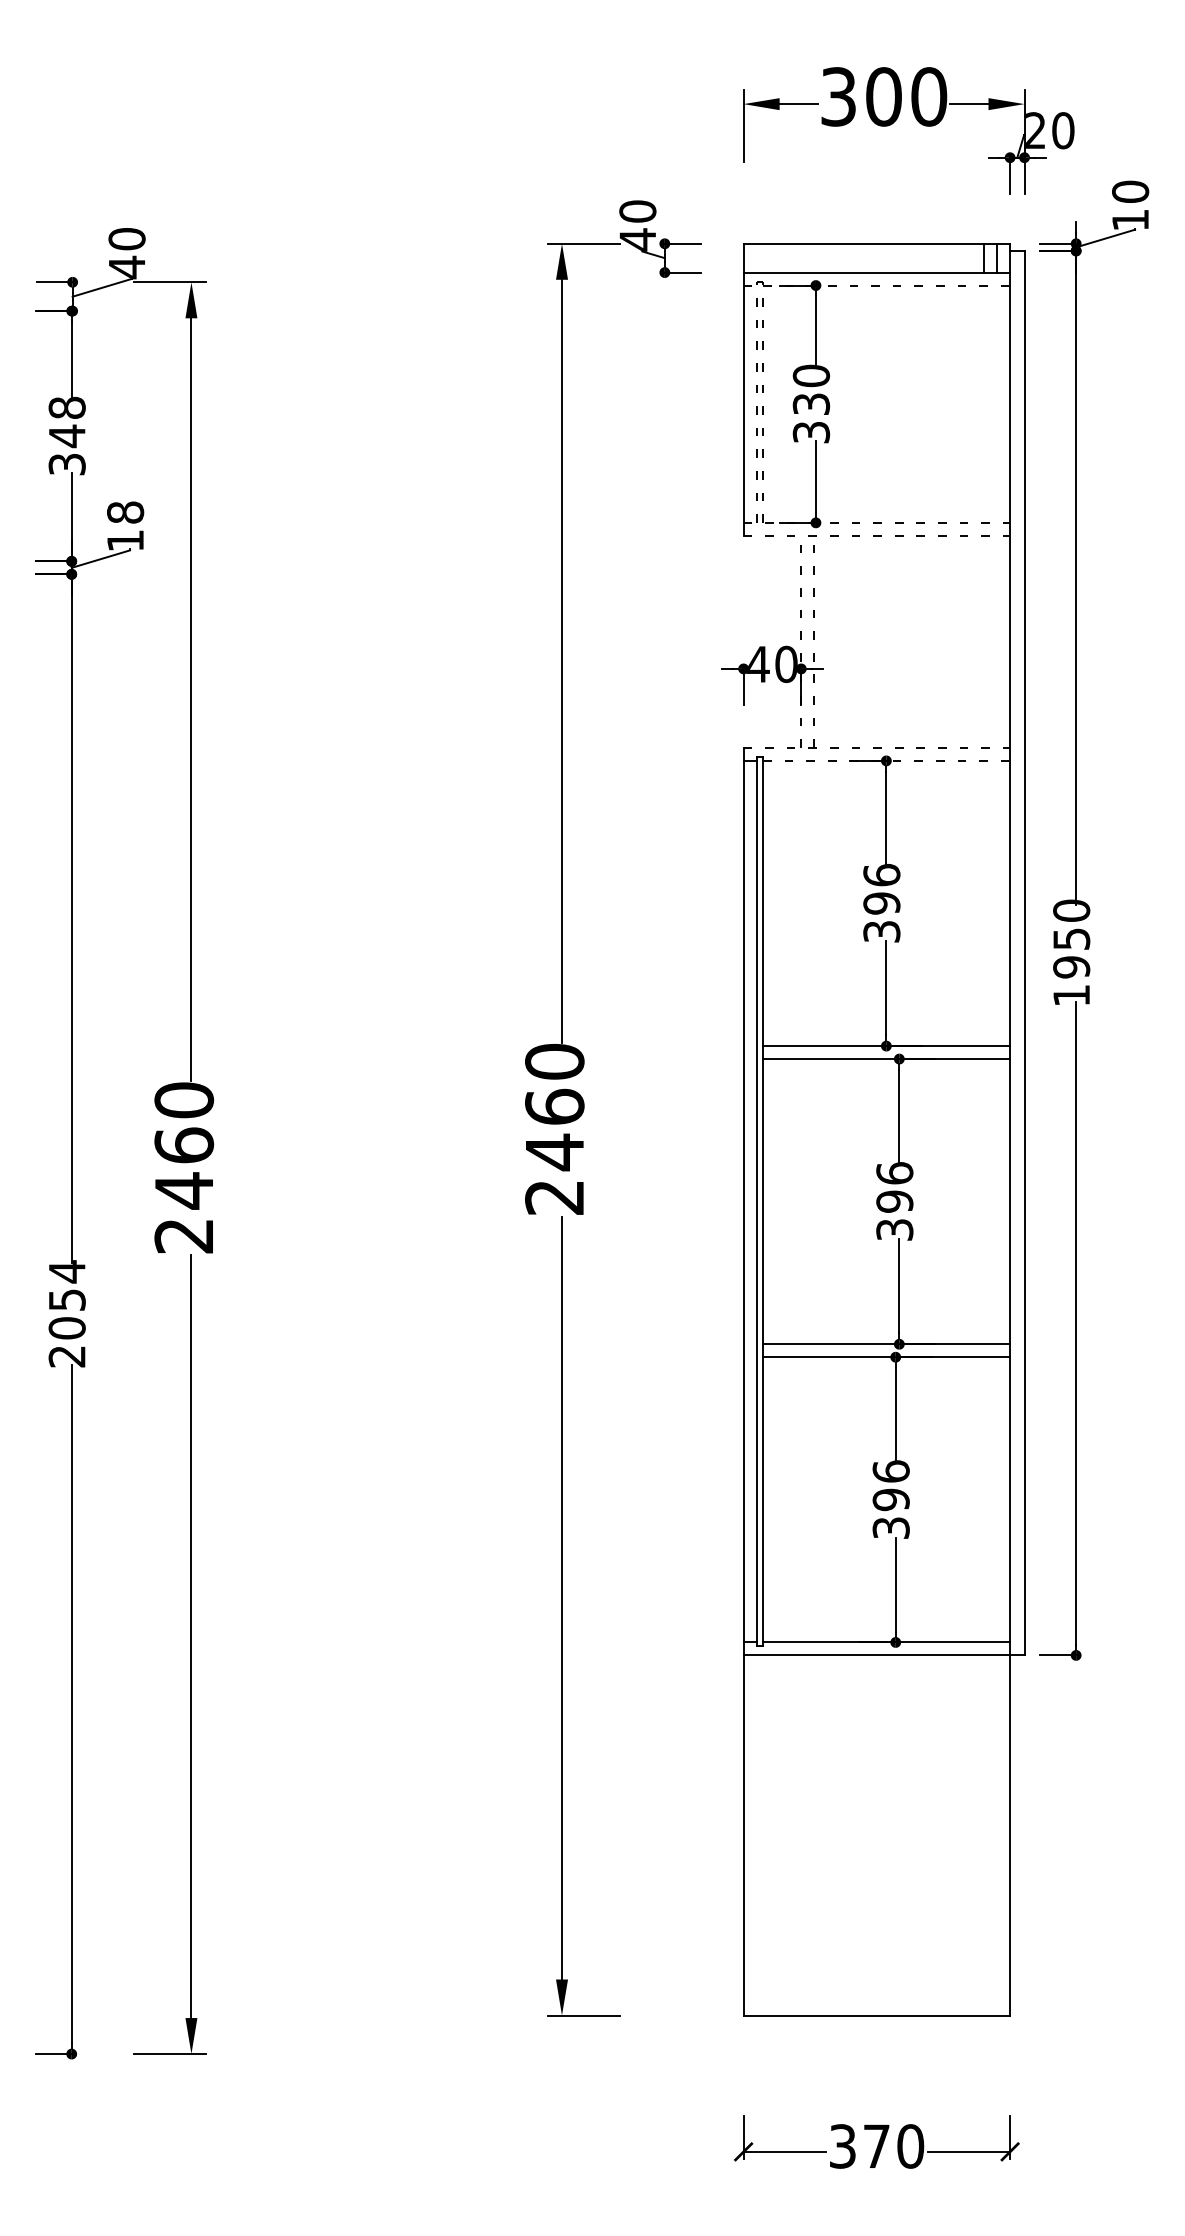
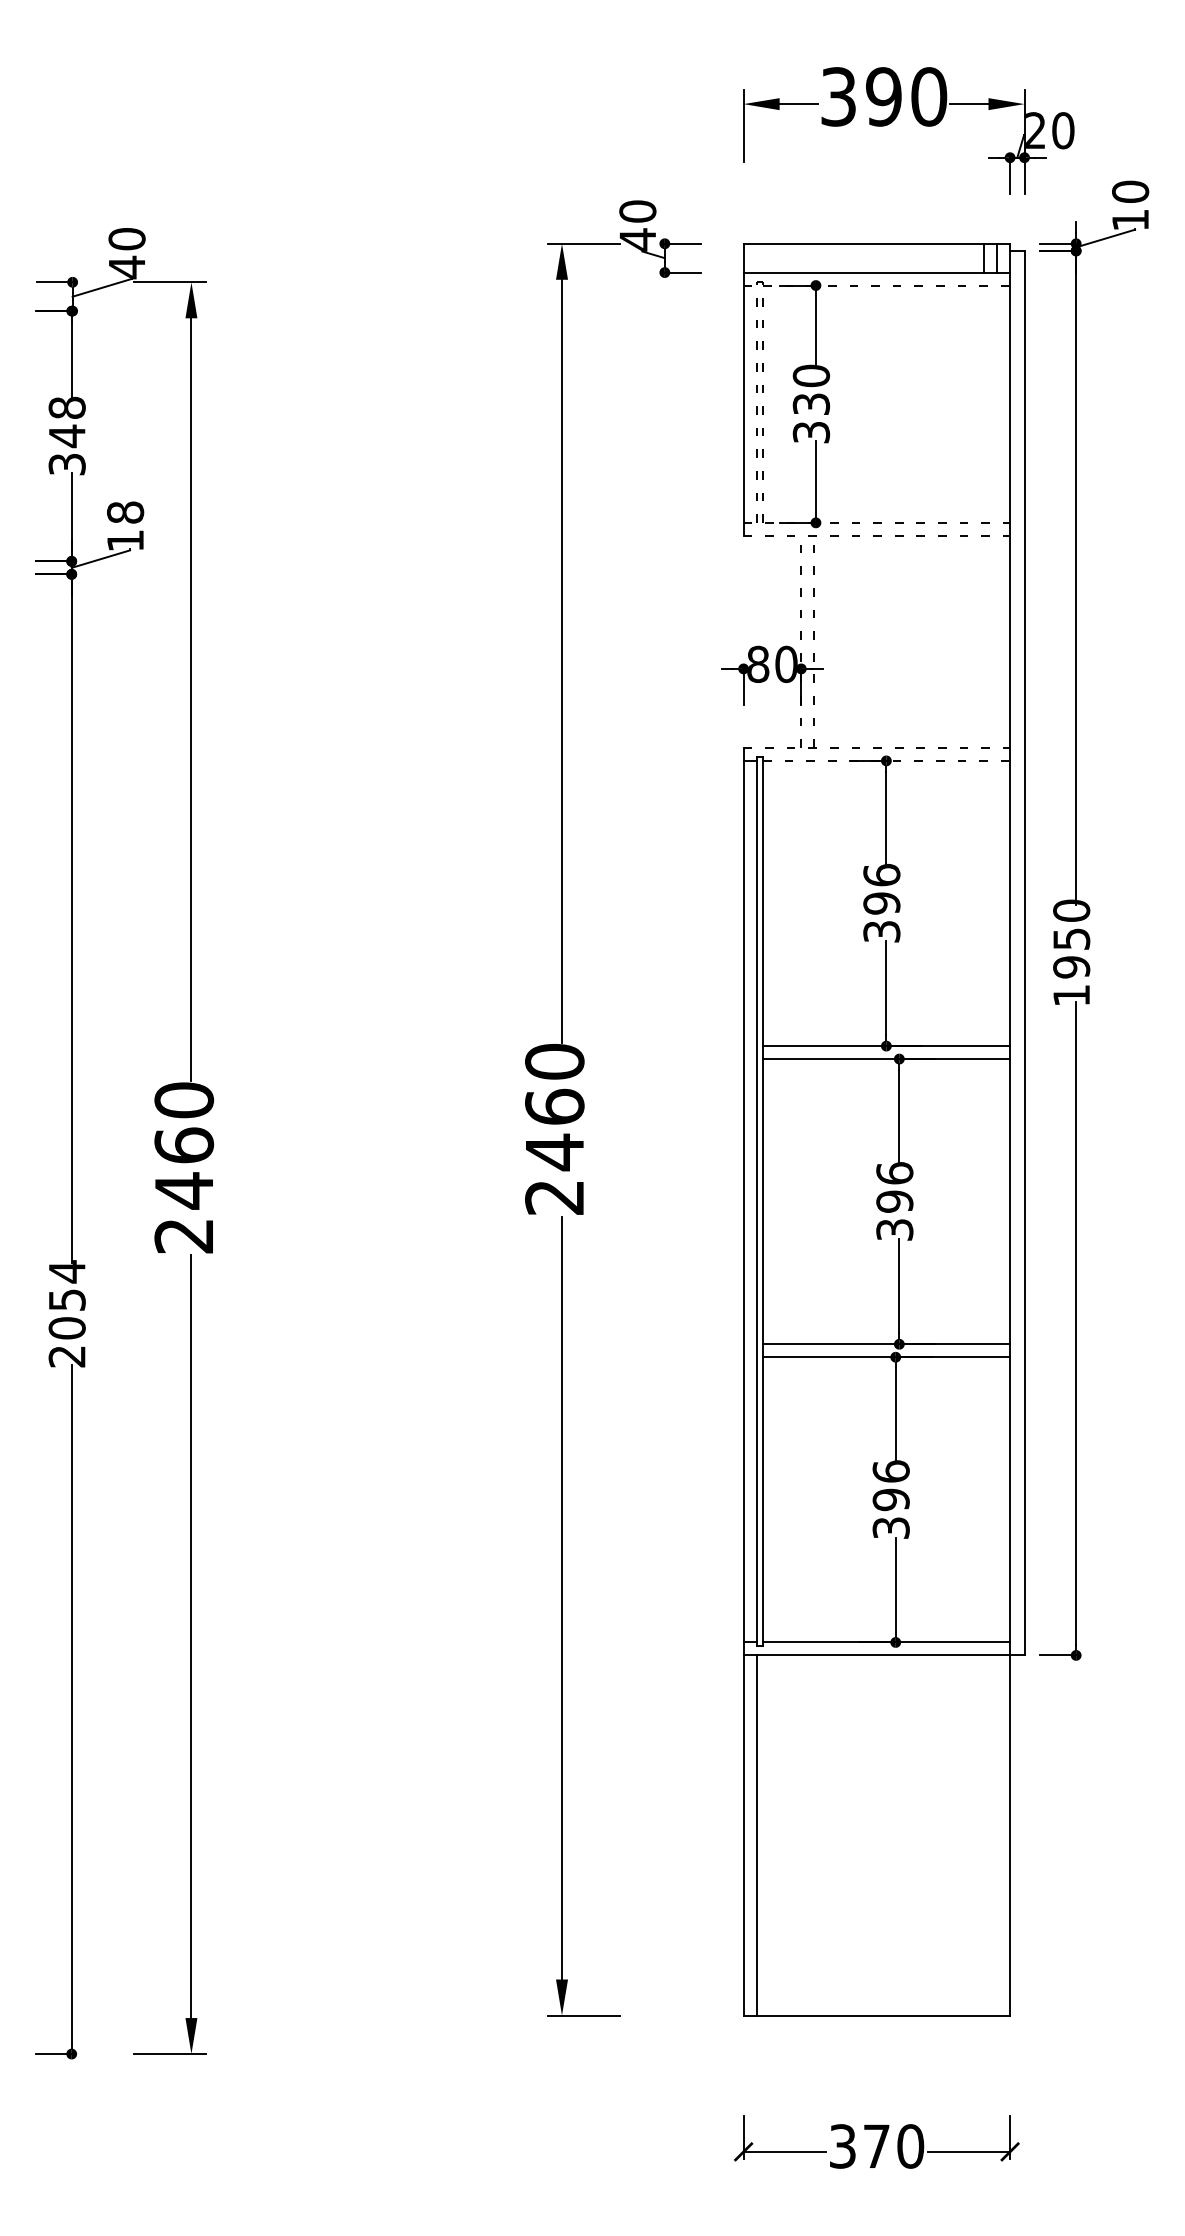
text at (883, 96): 300 -> 390
text at (757, 664): 40 -> 80
line at (756, 1835): none -> present
